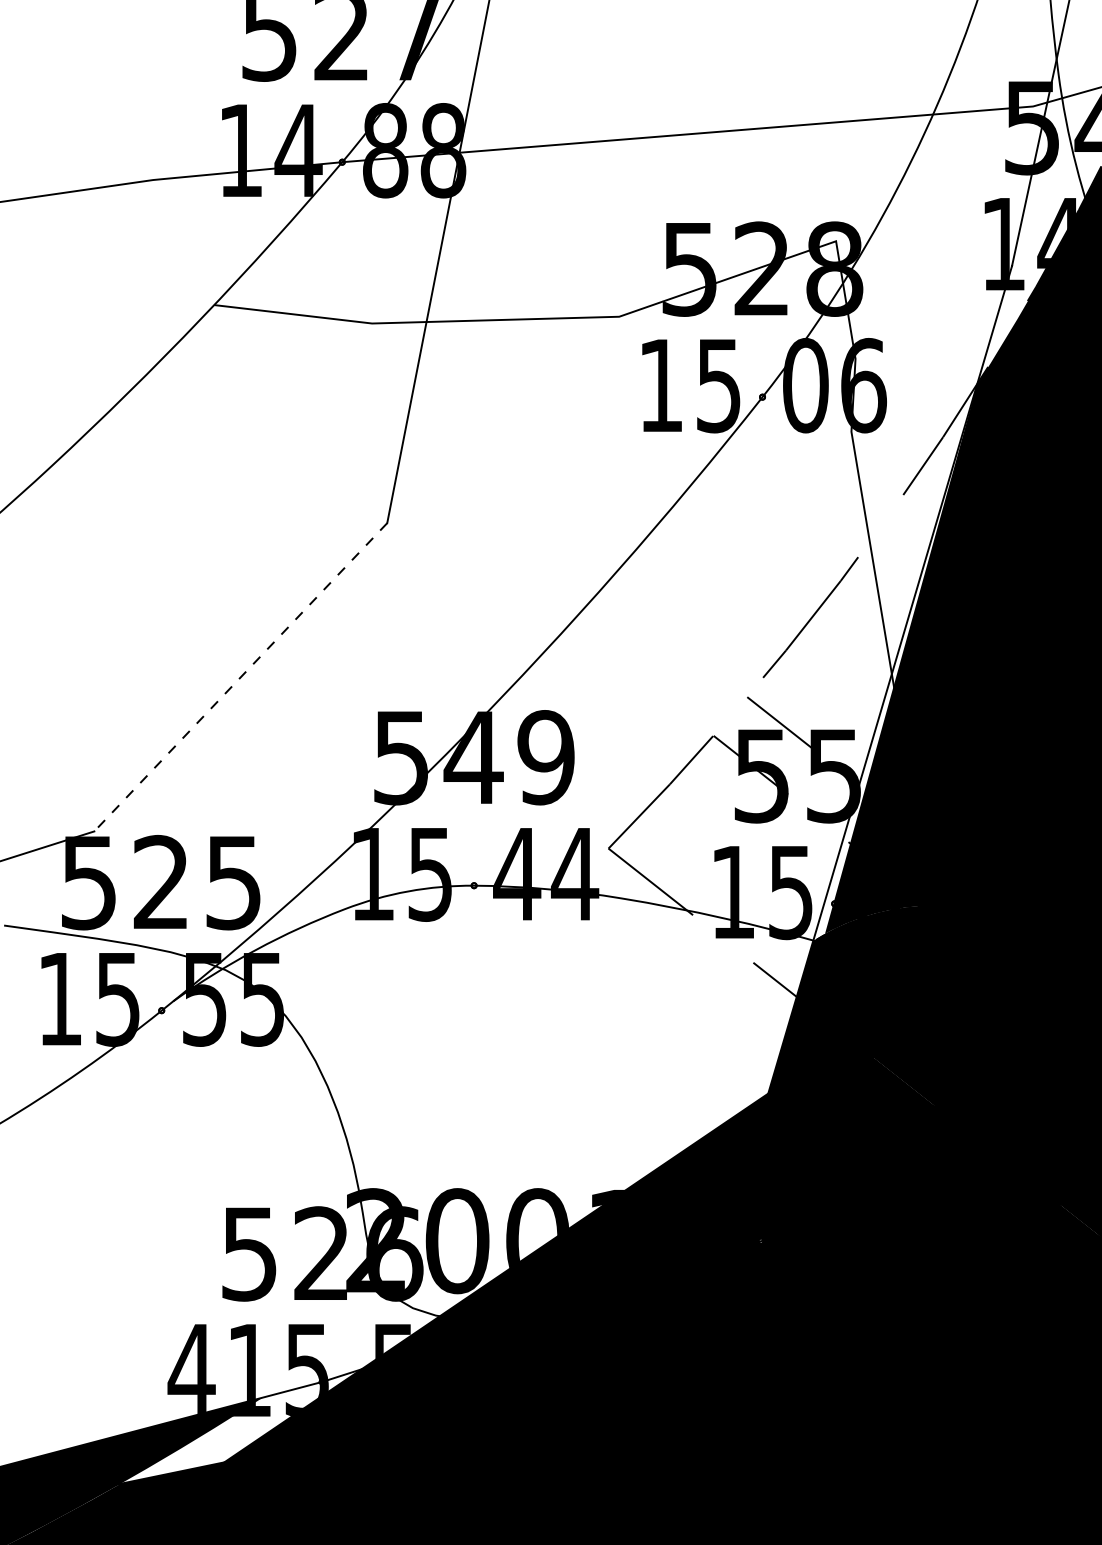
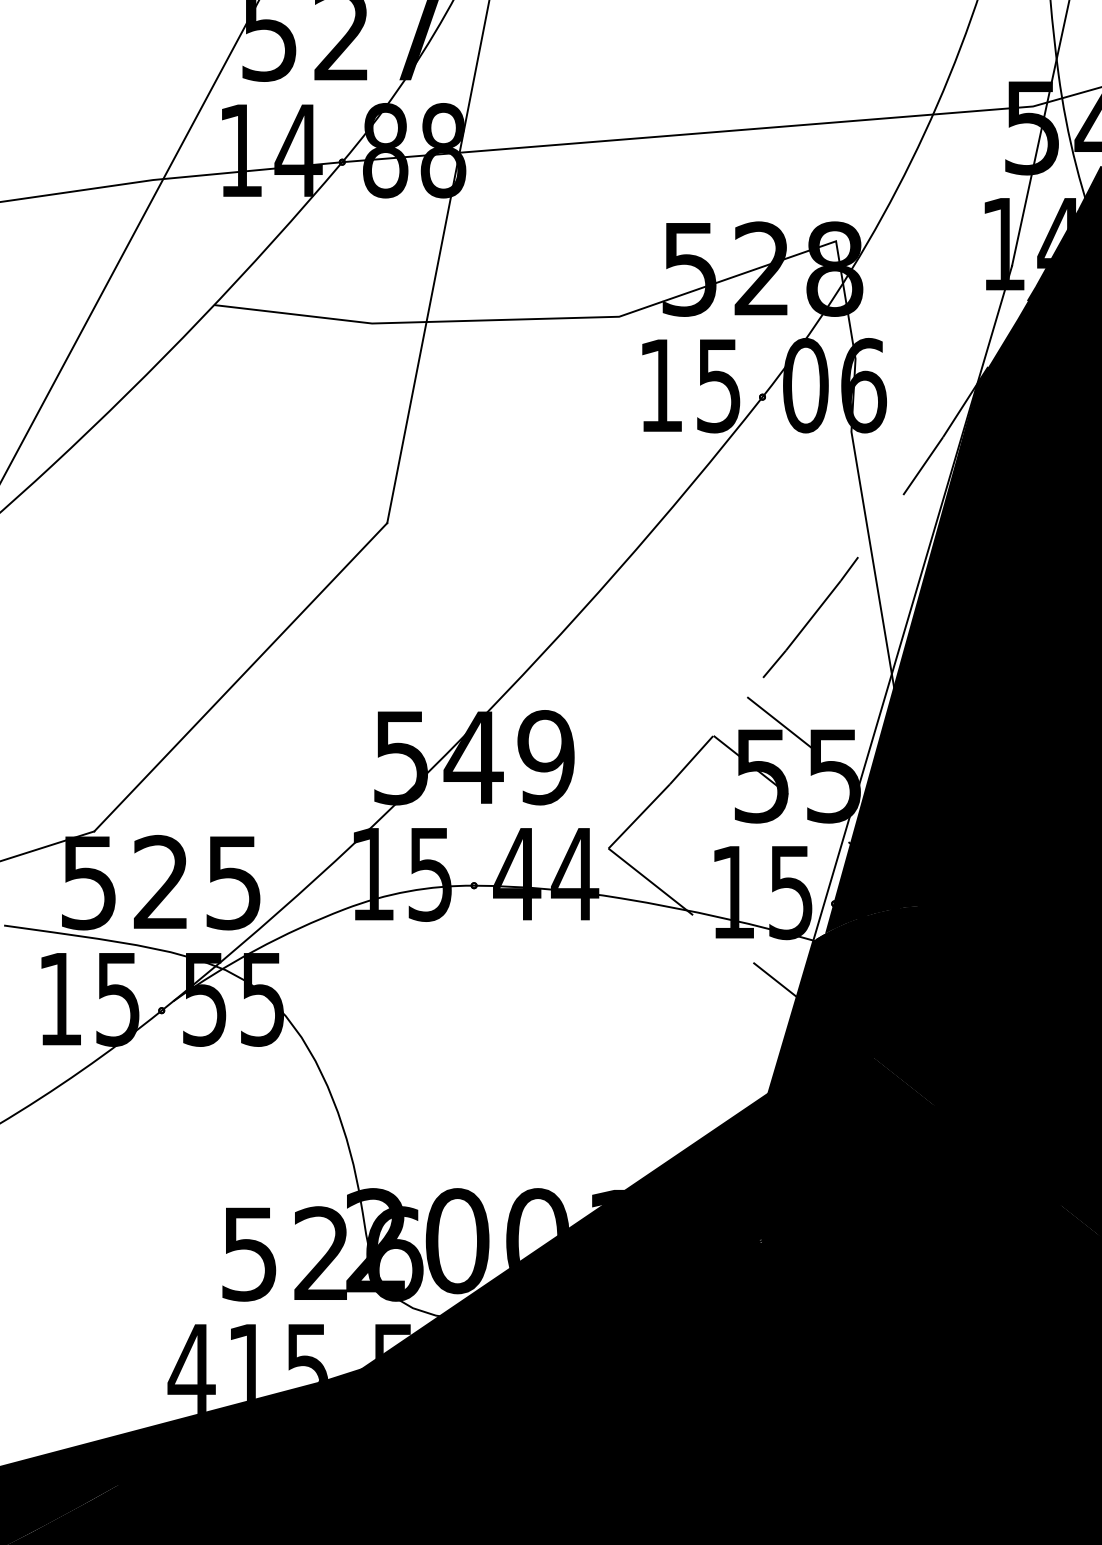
line at (129, 240): none -> present
line at (240, 677): dashed -> solid
fill at (237, 1427): none -> present
